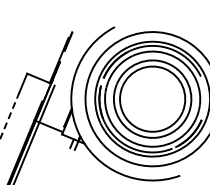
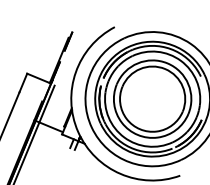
line at (9, 116): dashed -> solid
